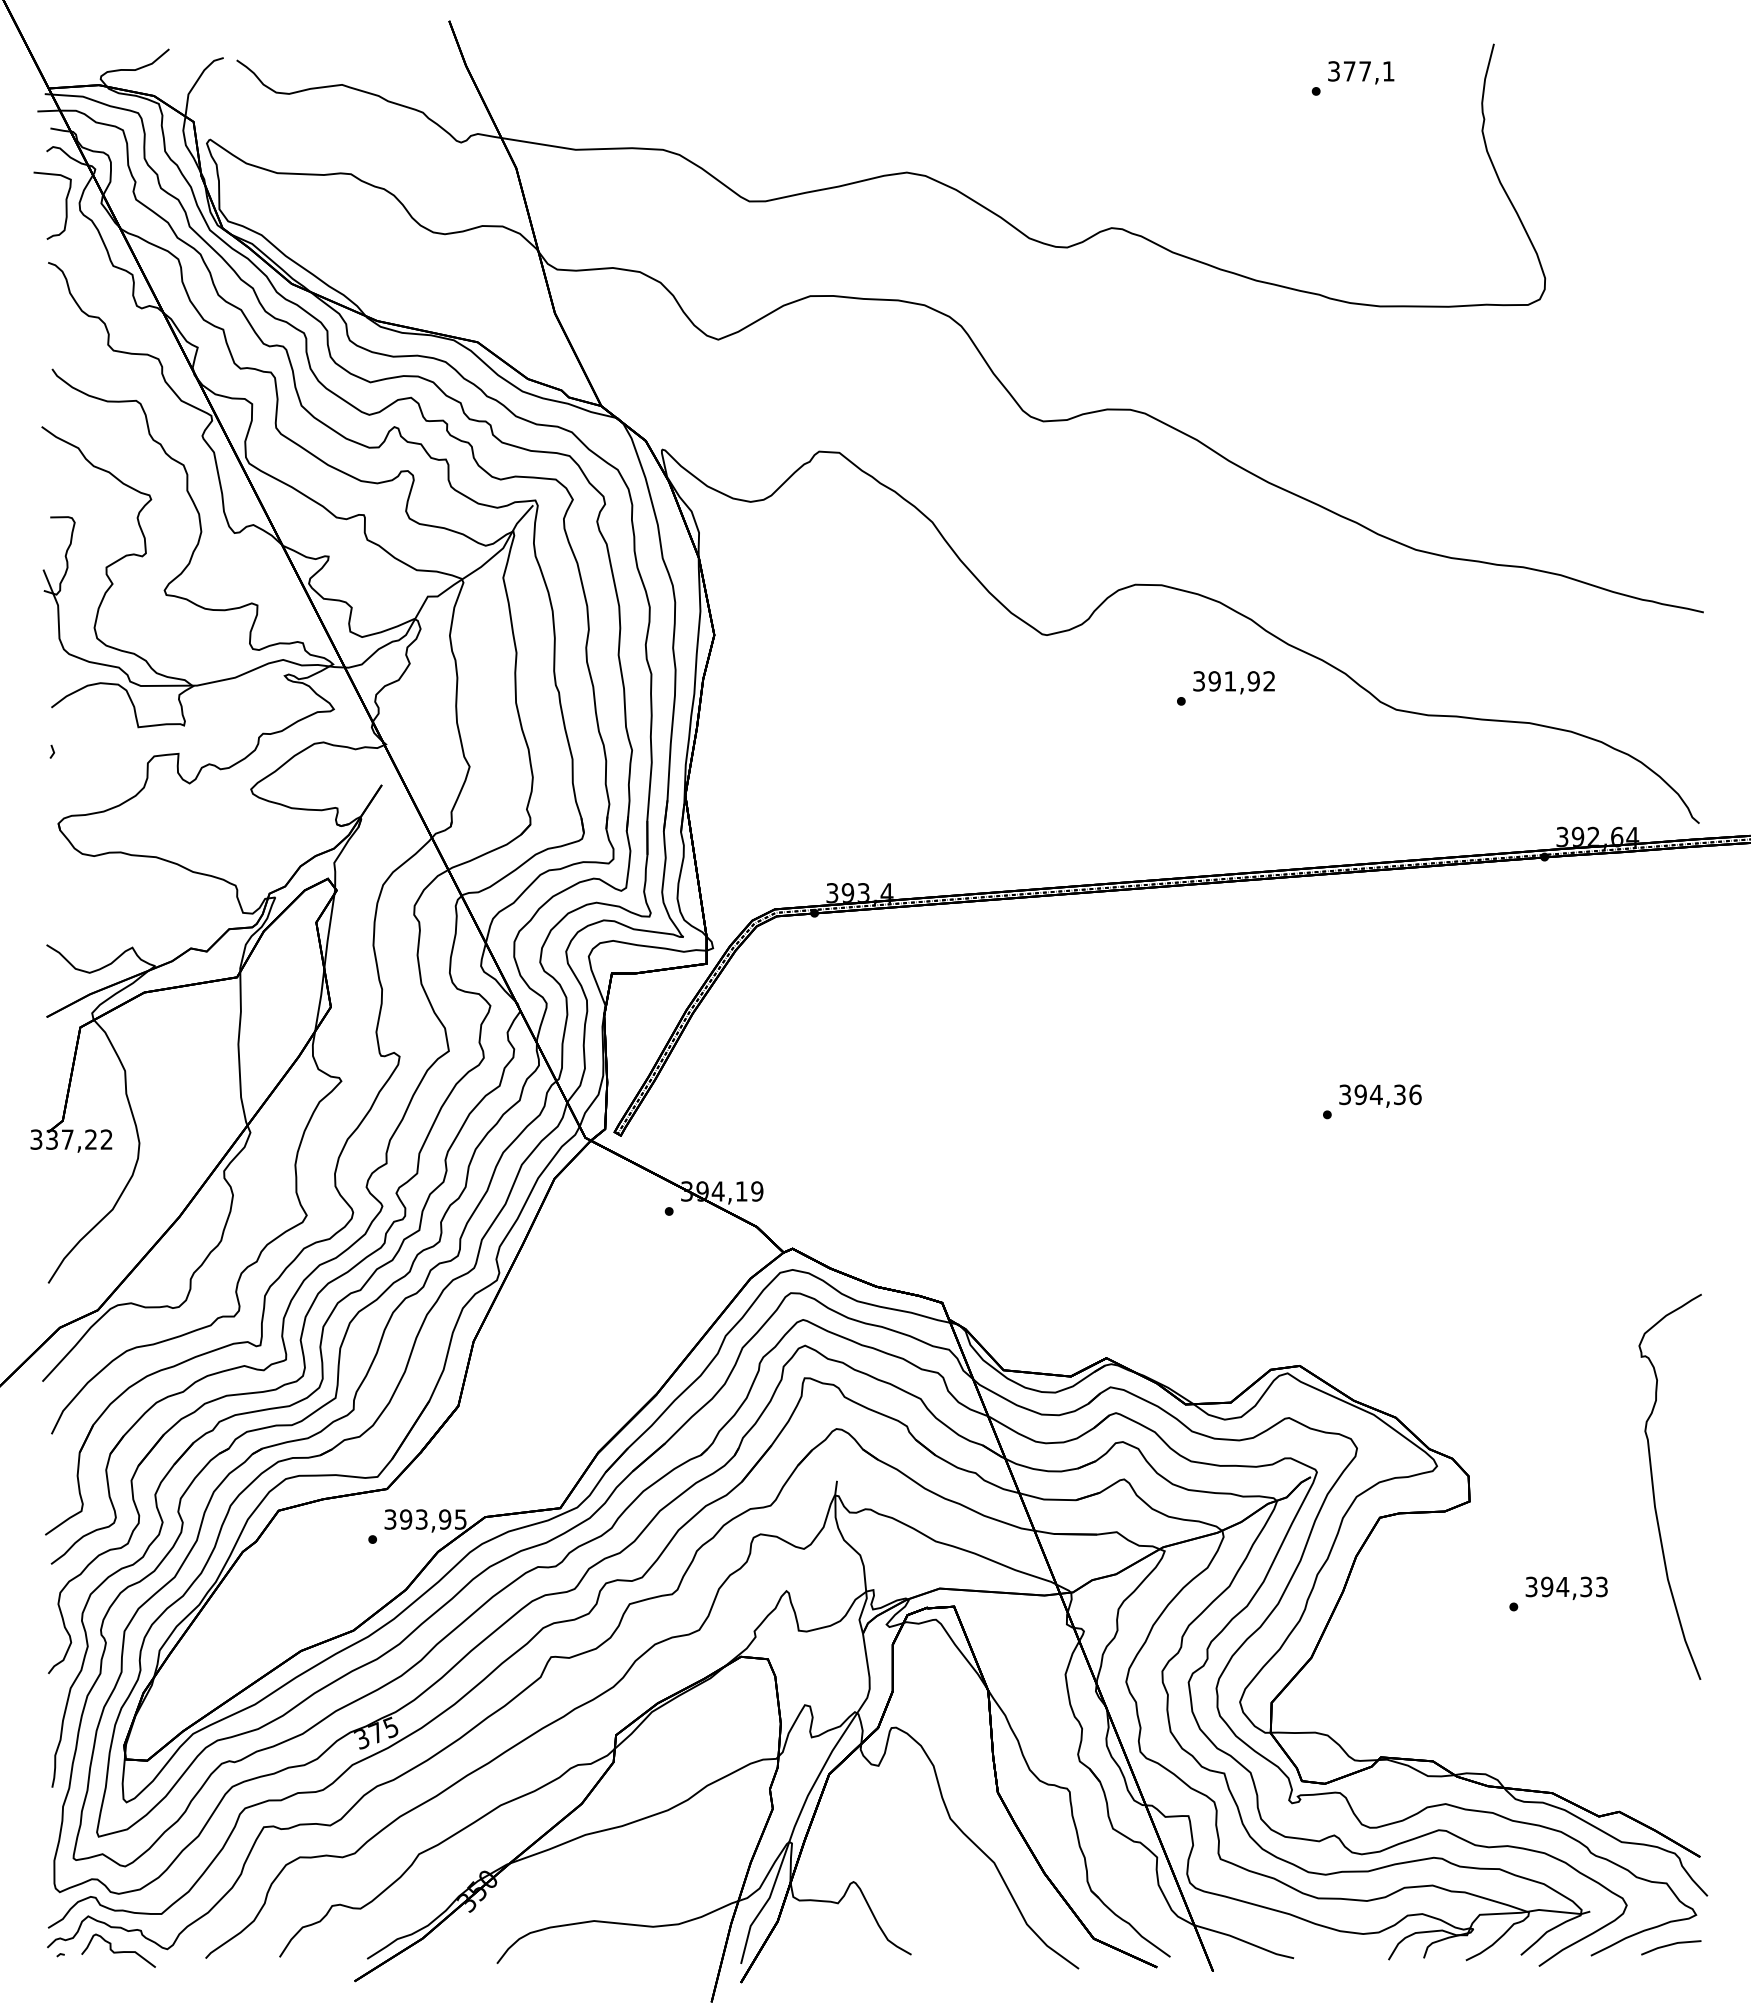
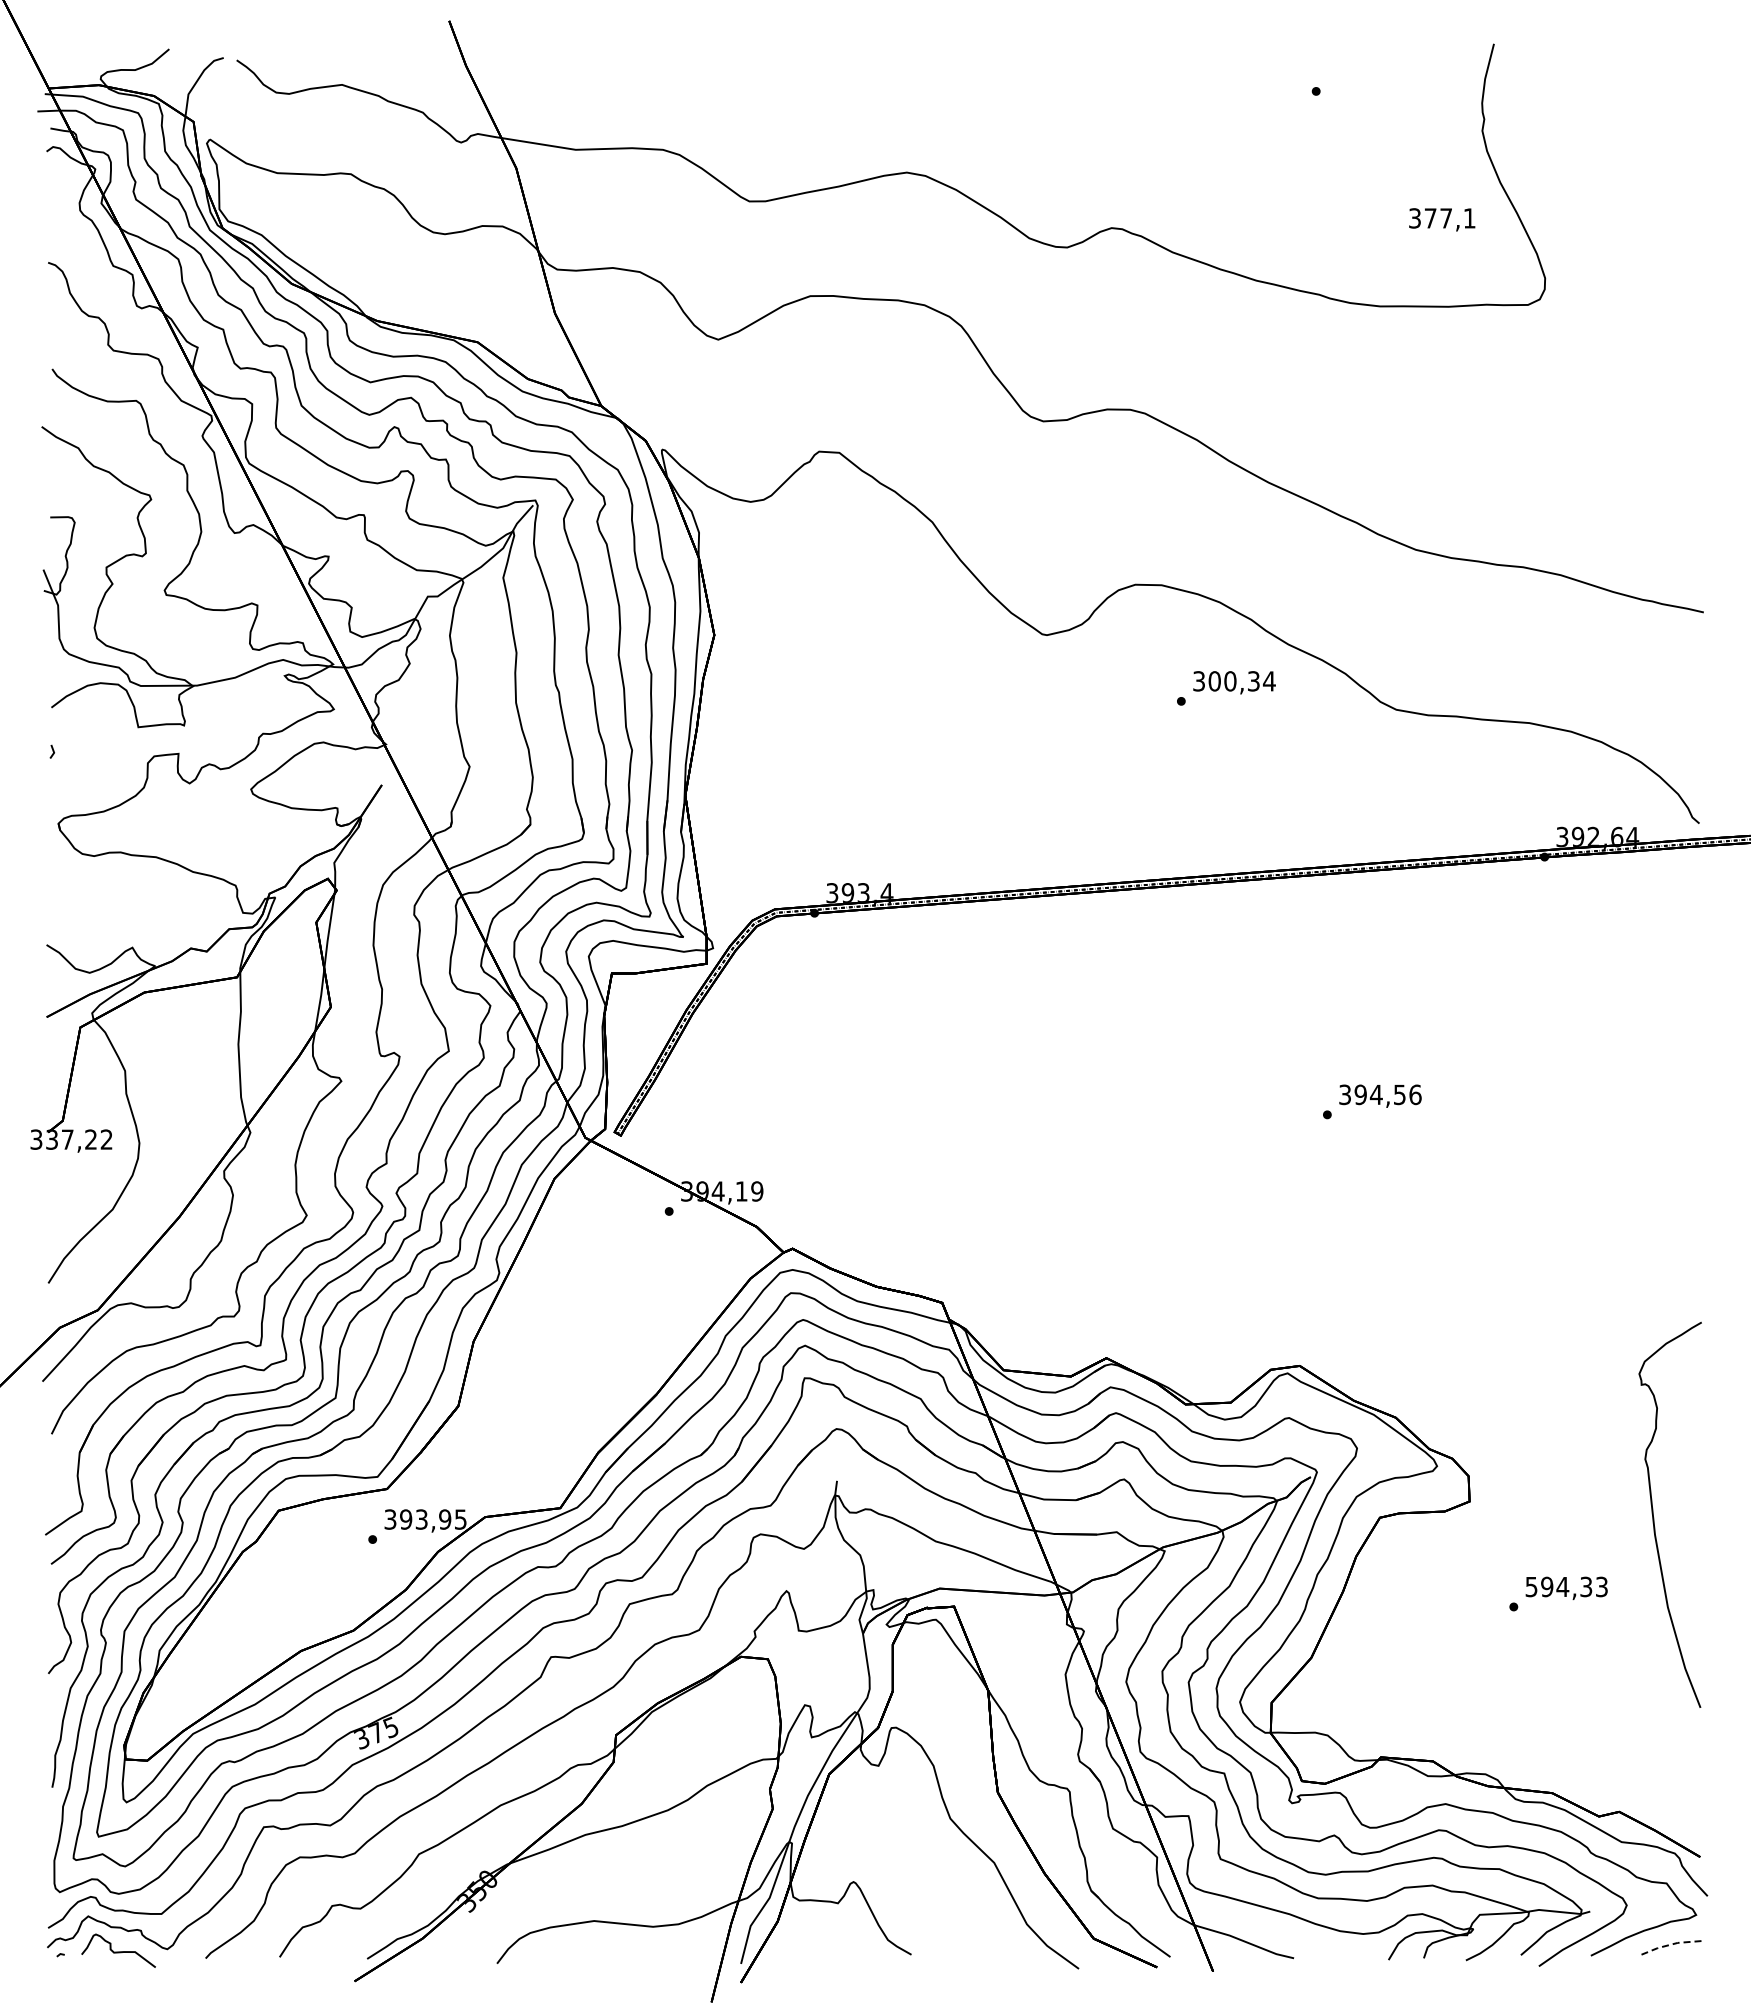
text at (1361, 72) position: (1361, 72) -> (1442, 219)
curve at (65, 205): present -> none
text at (1241, 681): 391,92 -> 300,34
text at (1399, 1094): 394,36 -> 394,56
curve at (1654, 1489) position: (1654, 1489) -> (1654, 1517)
text at (1531, 1586): 394,33 -> 594,33
line at (1670, 1944): solid -> dashed
